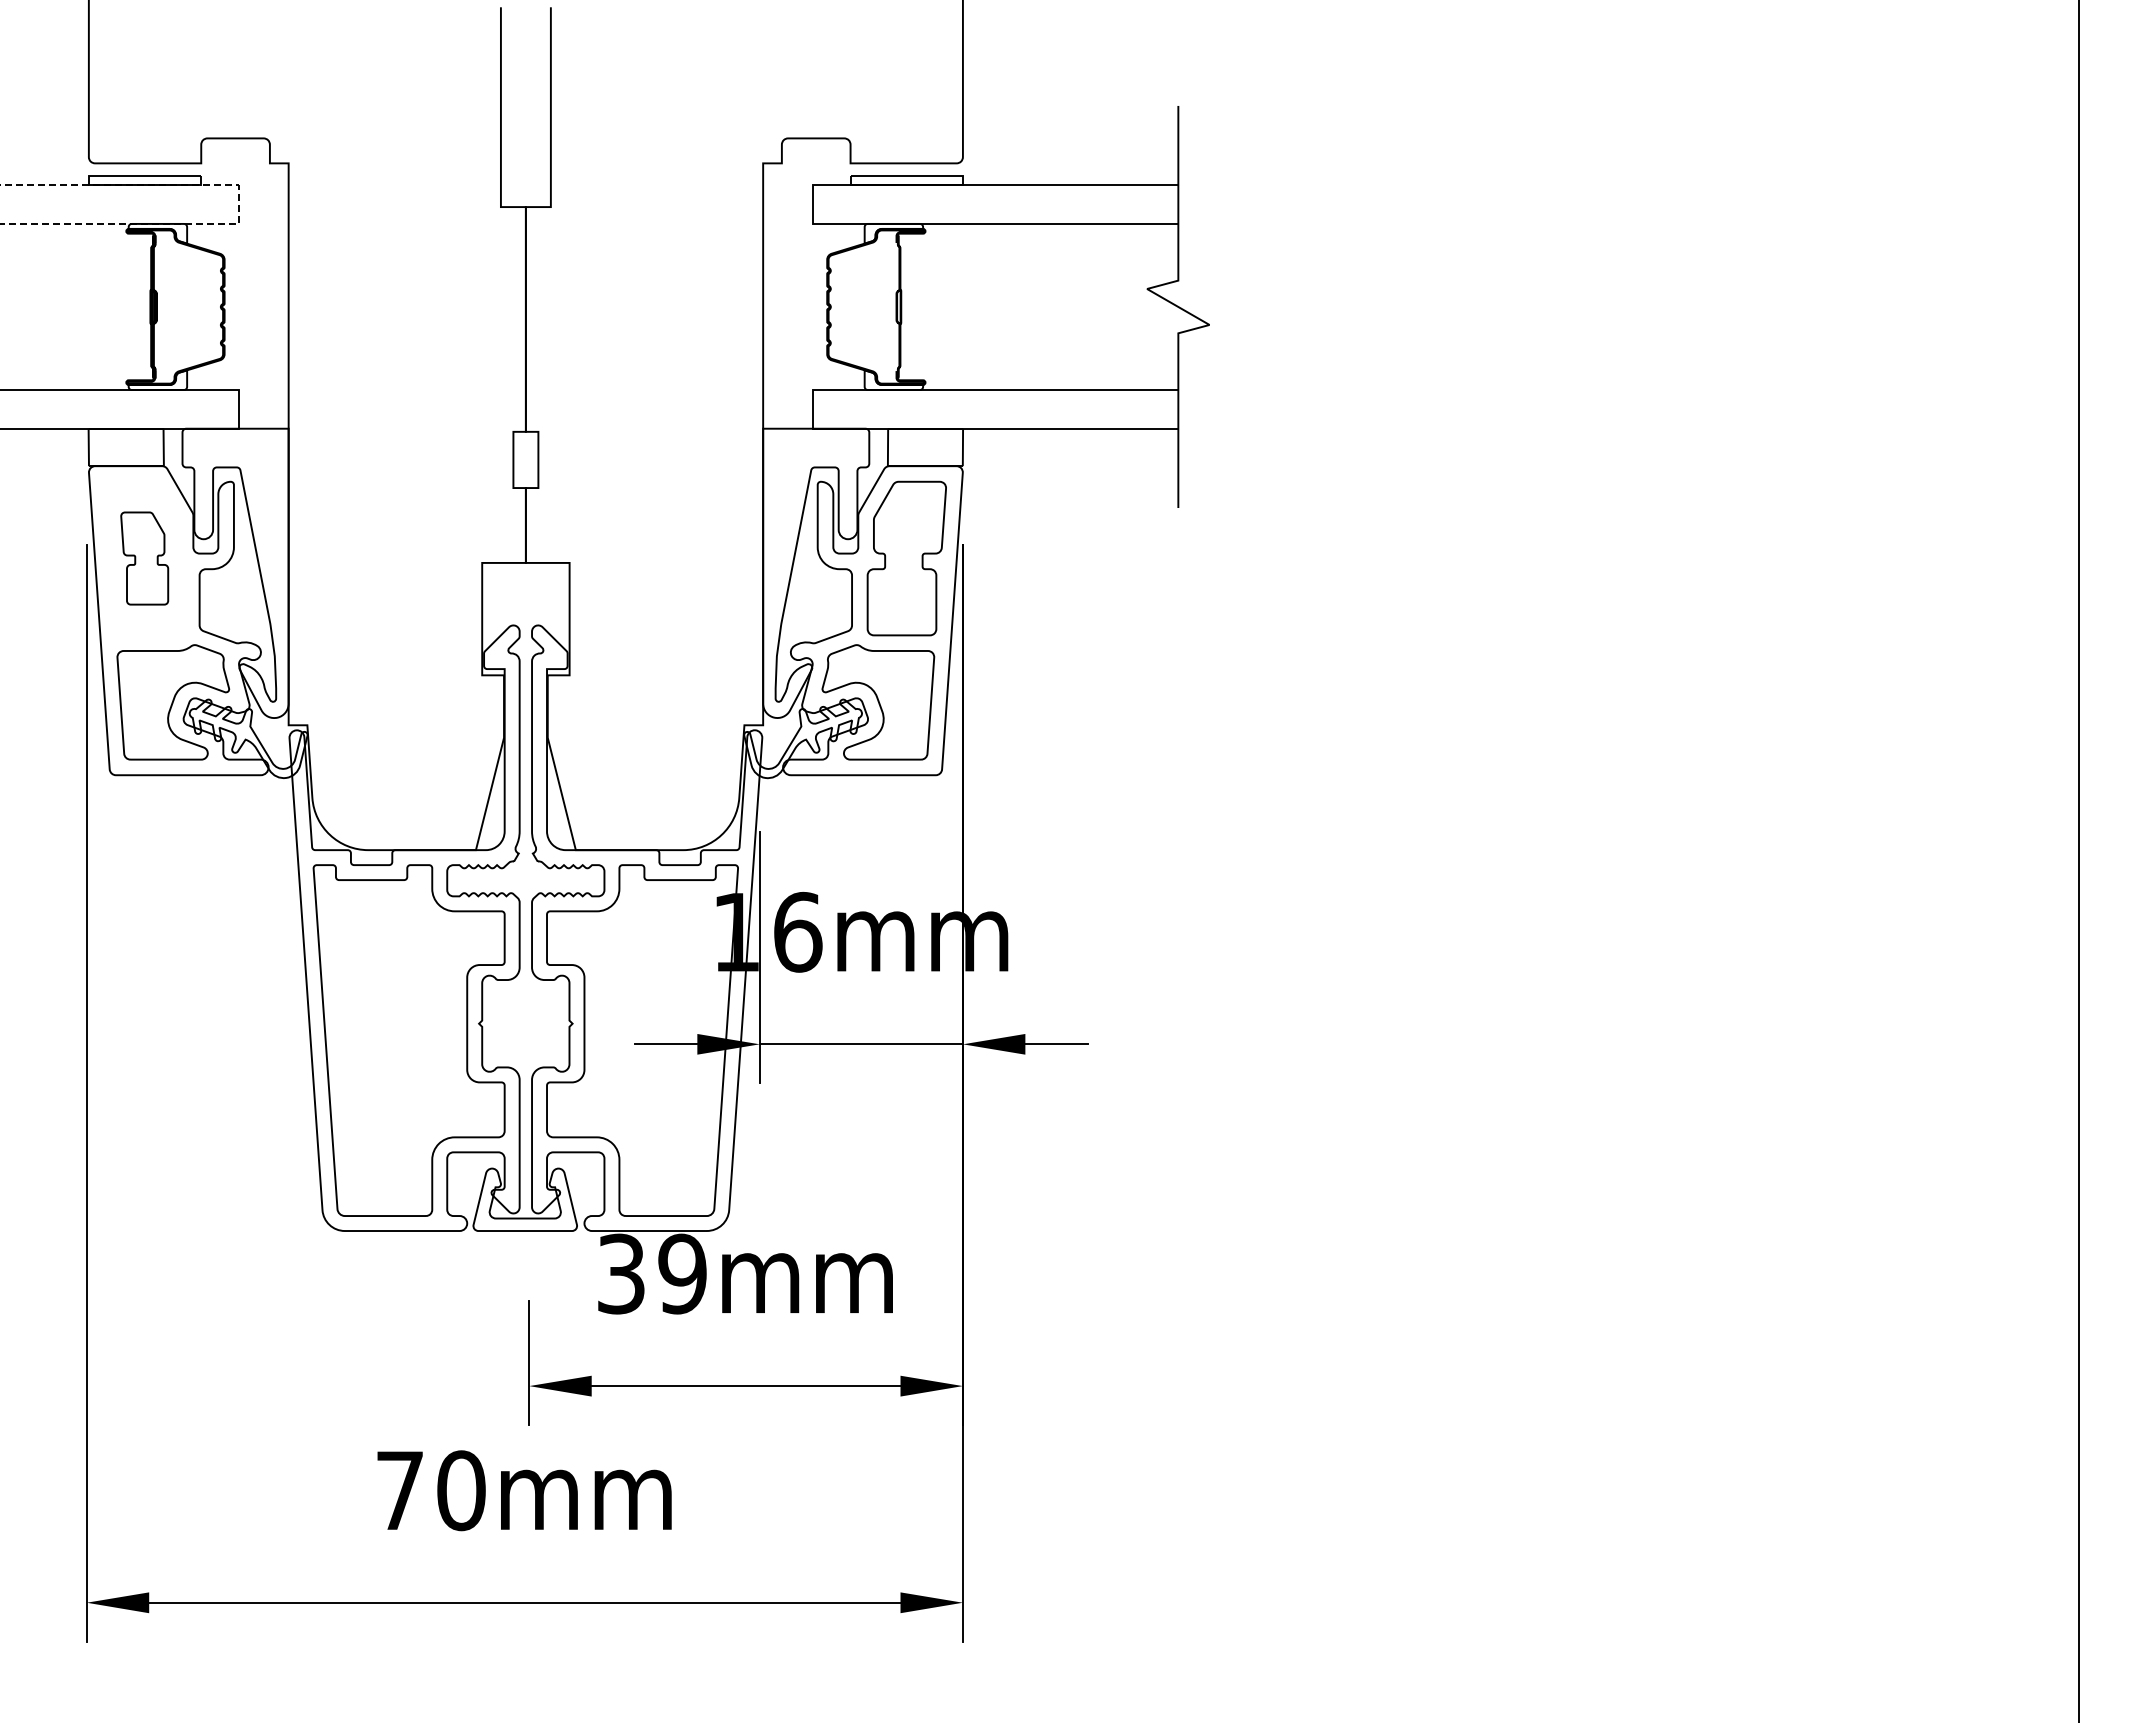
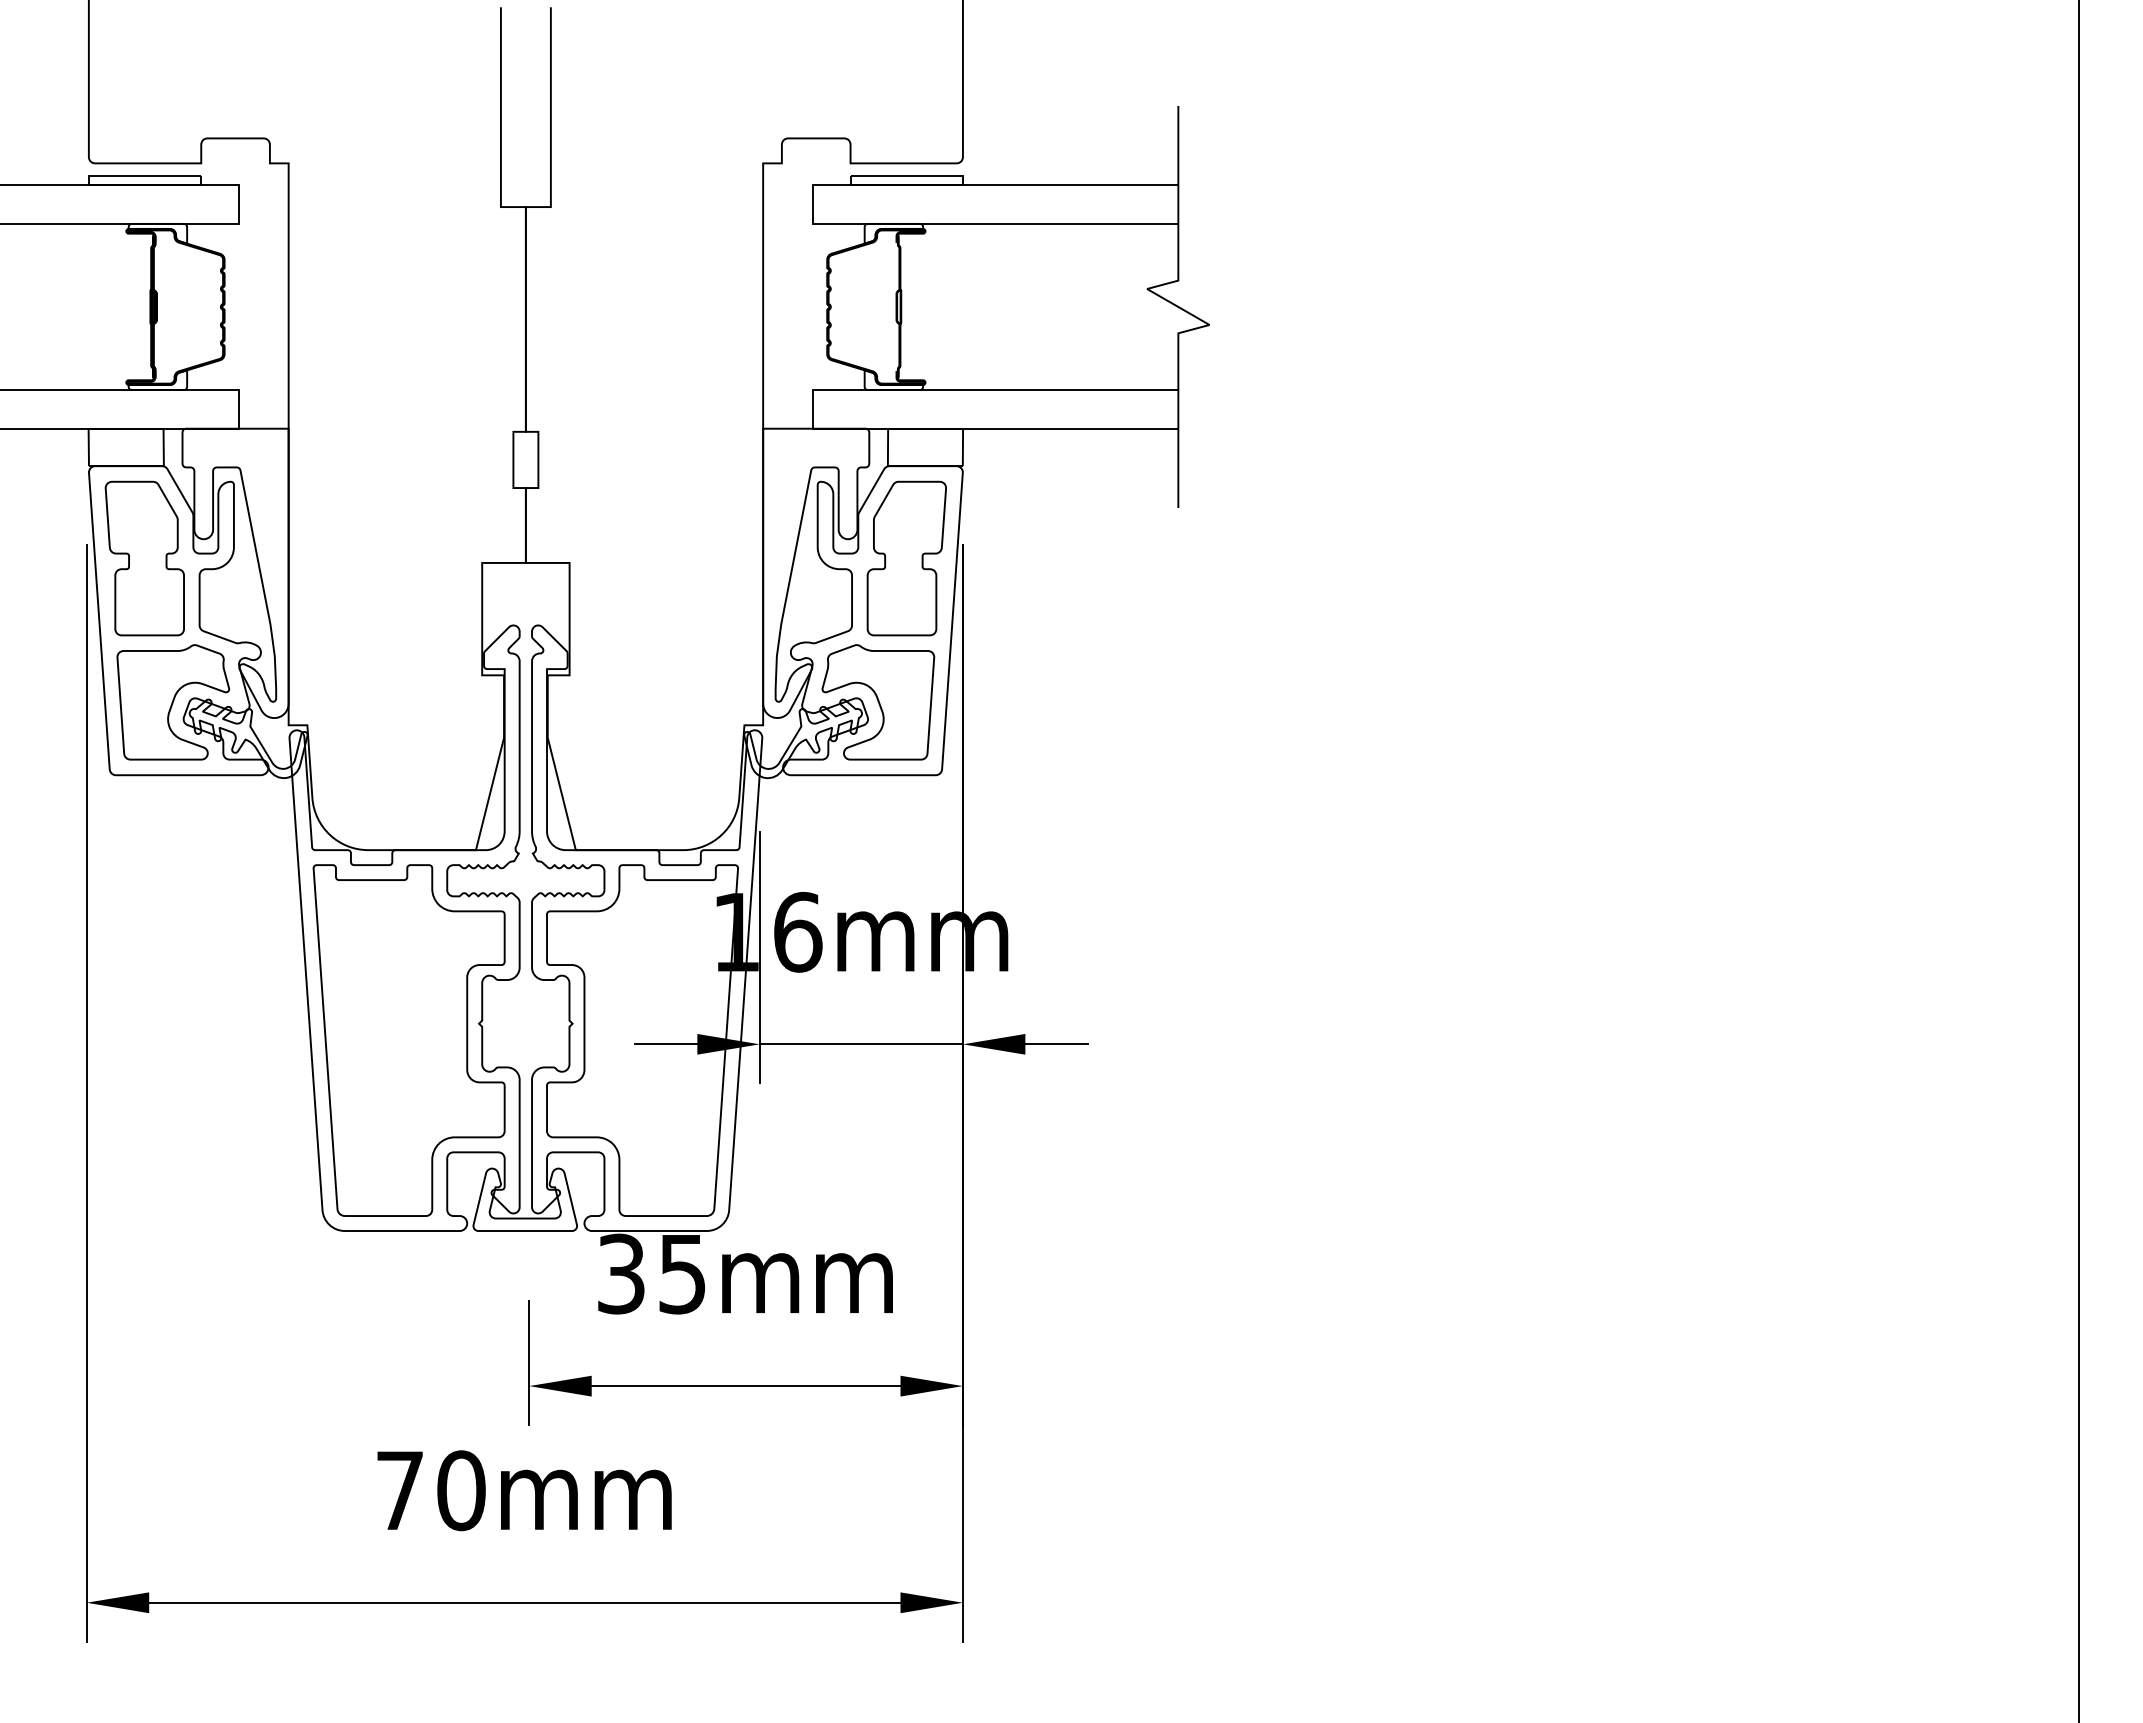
line at (238, 205): dashed -> solid
part at (144, 558) size: 50x95 px -> 81x157 px
text at (682, 1273): 39mm -> 35mm
